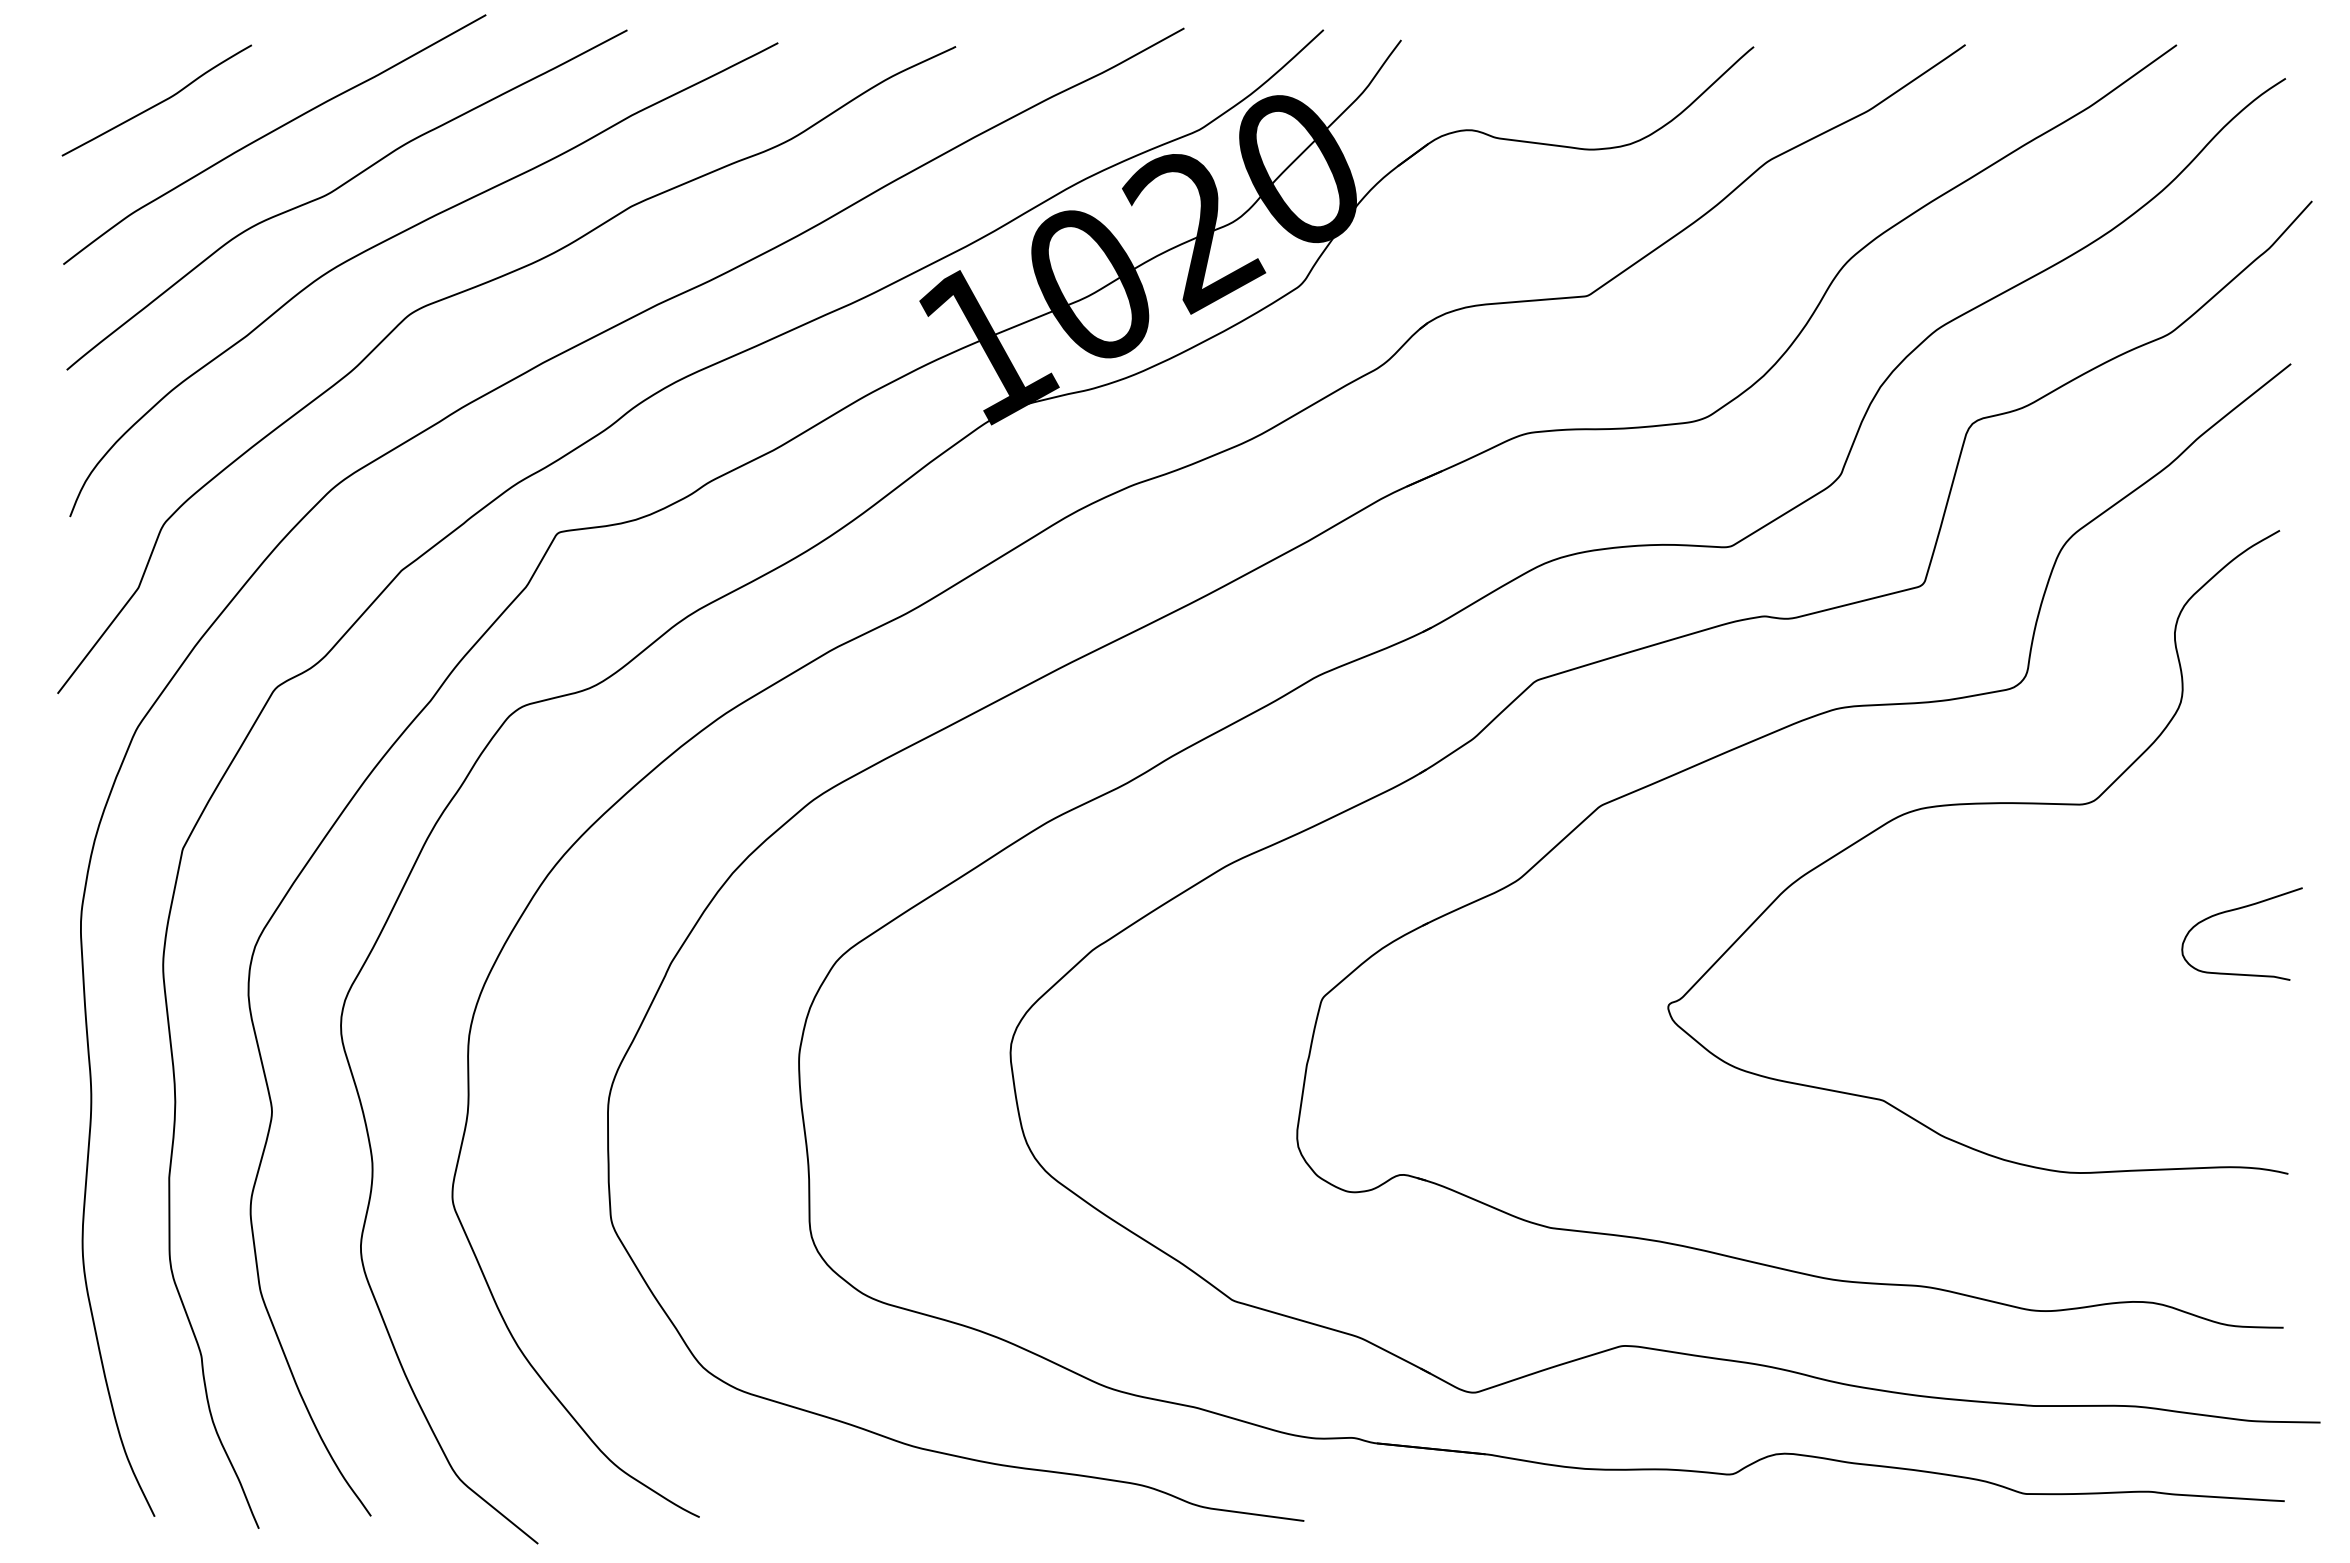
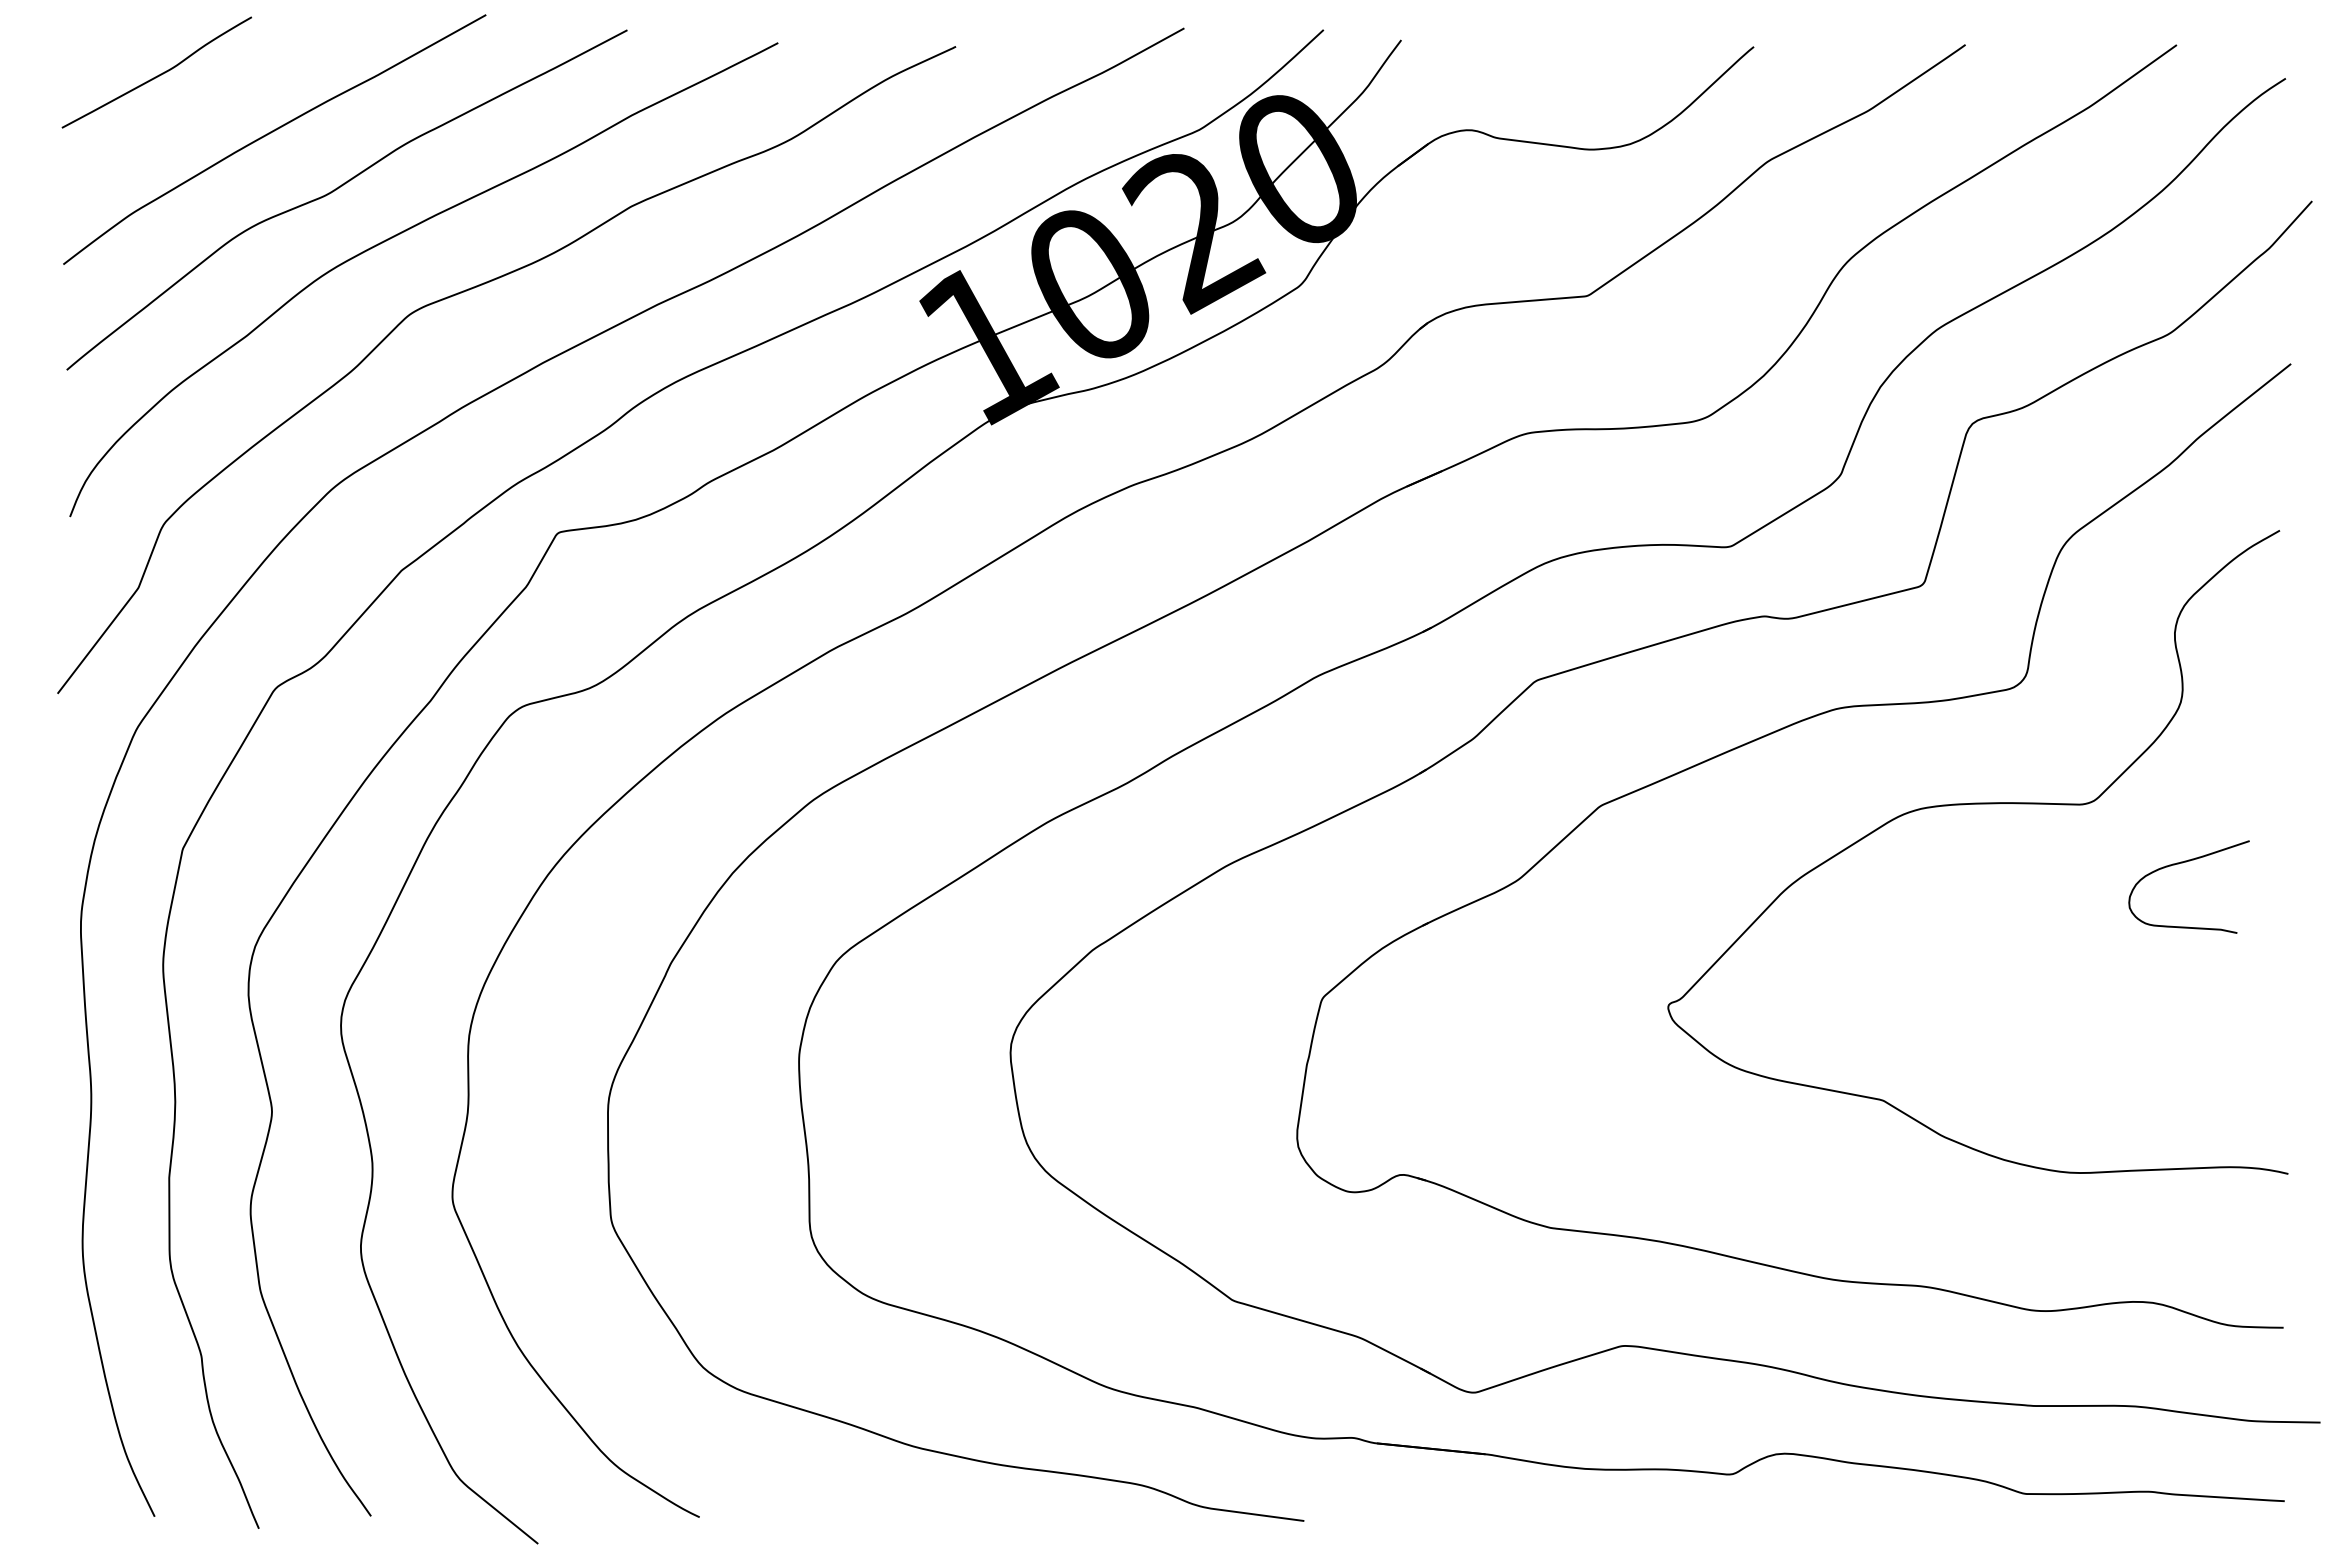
curve at (158, 102) position: (158, 102) -> (158, 74)
curve at (2235, 910) position: (2235, 910) -> (2182, 863)
